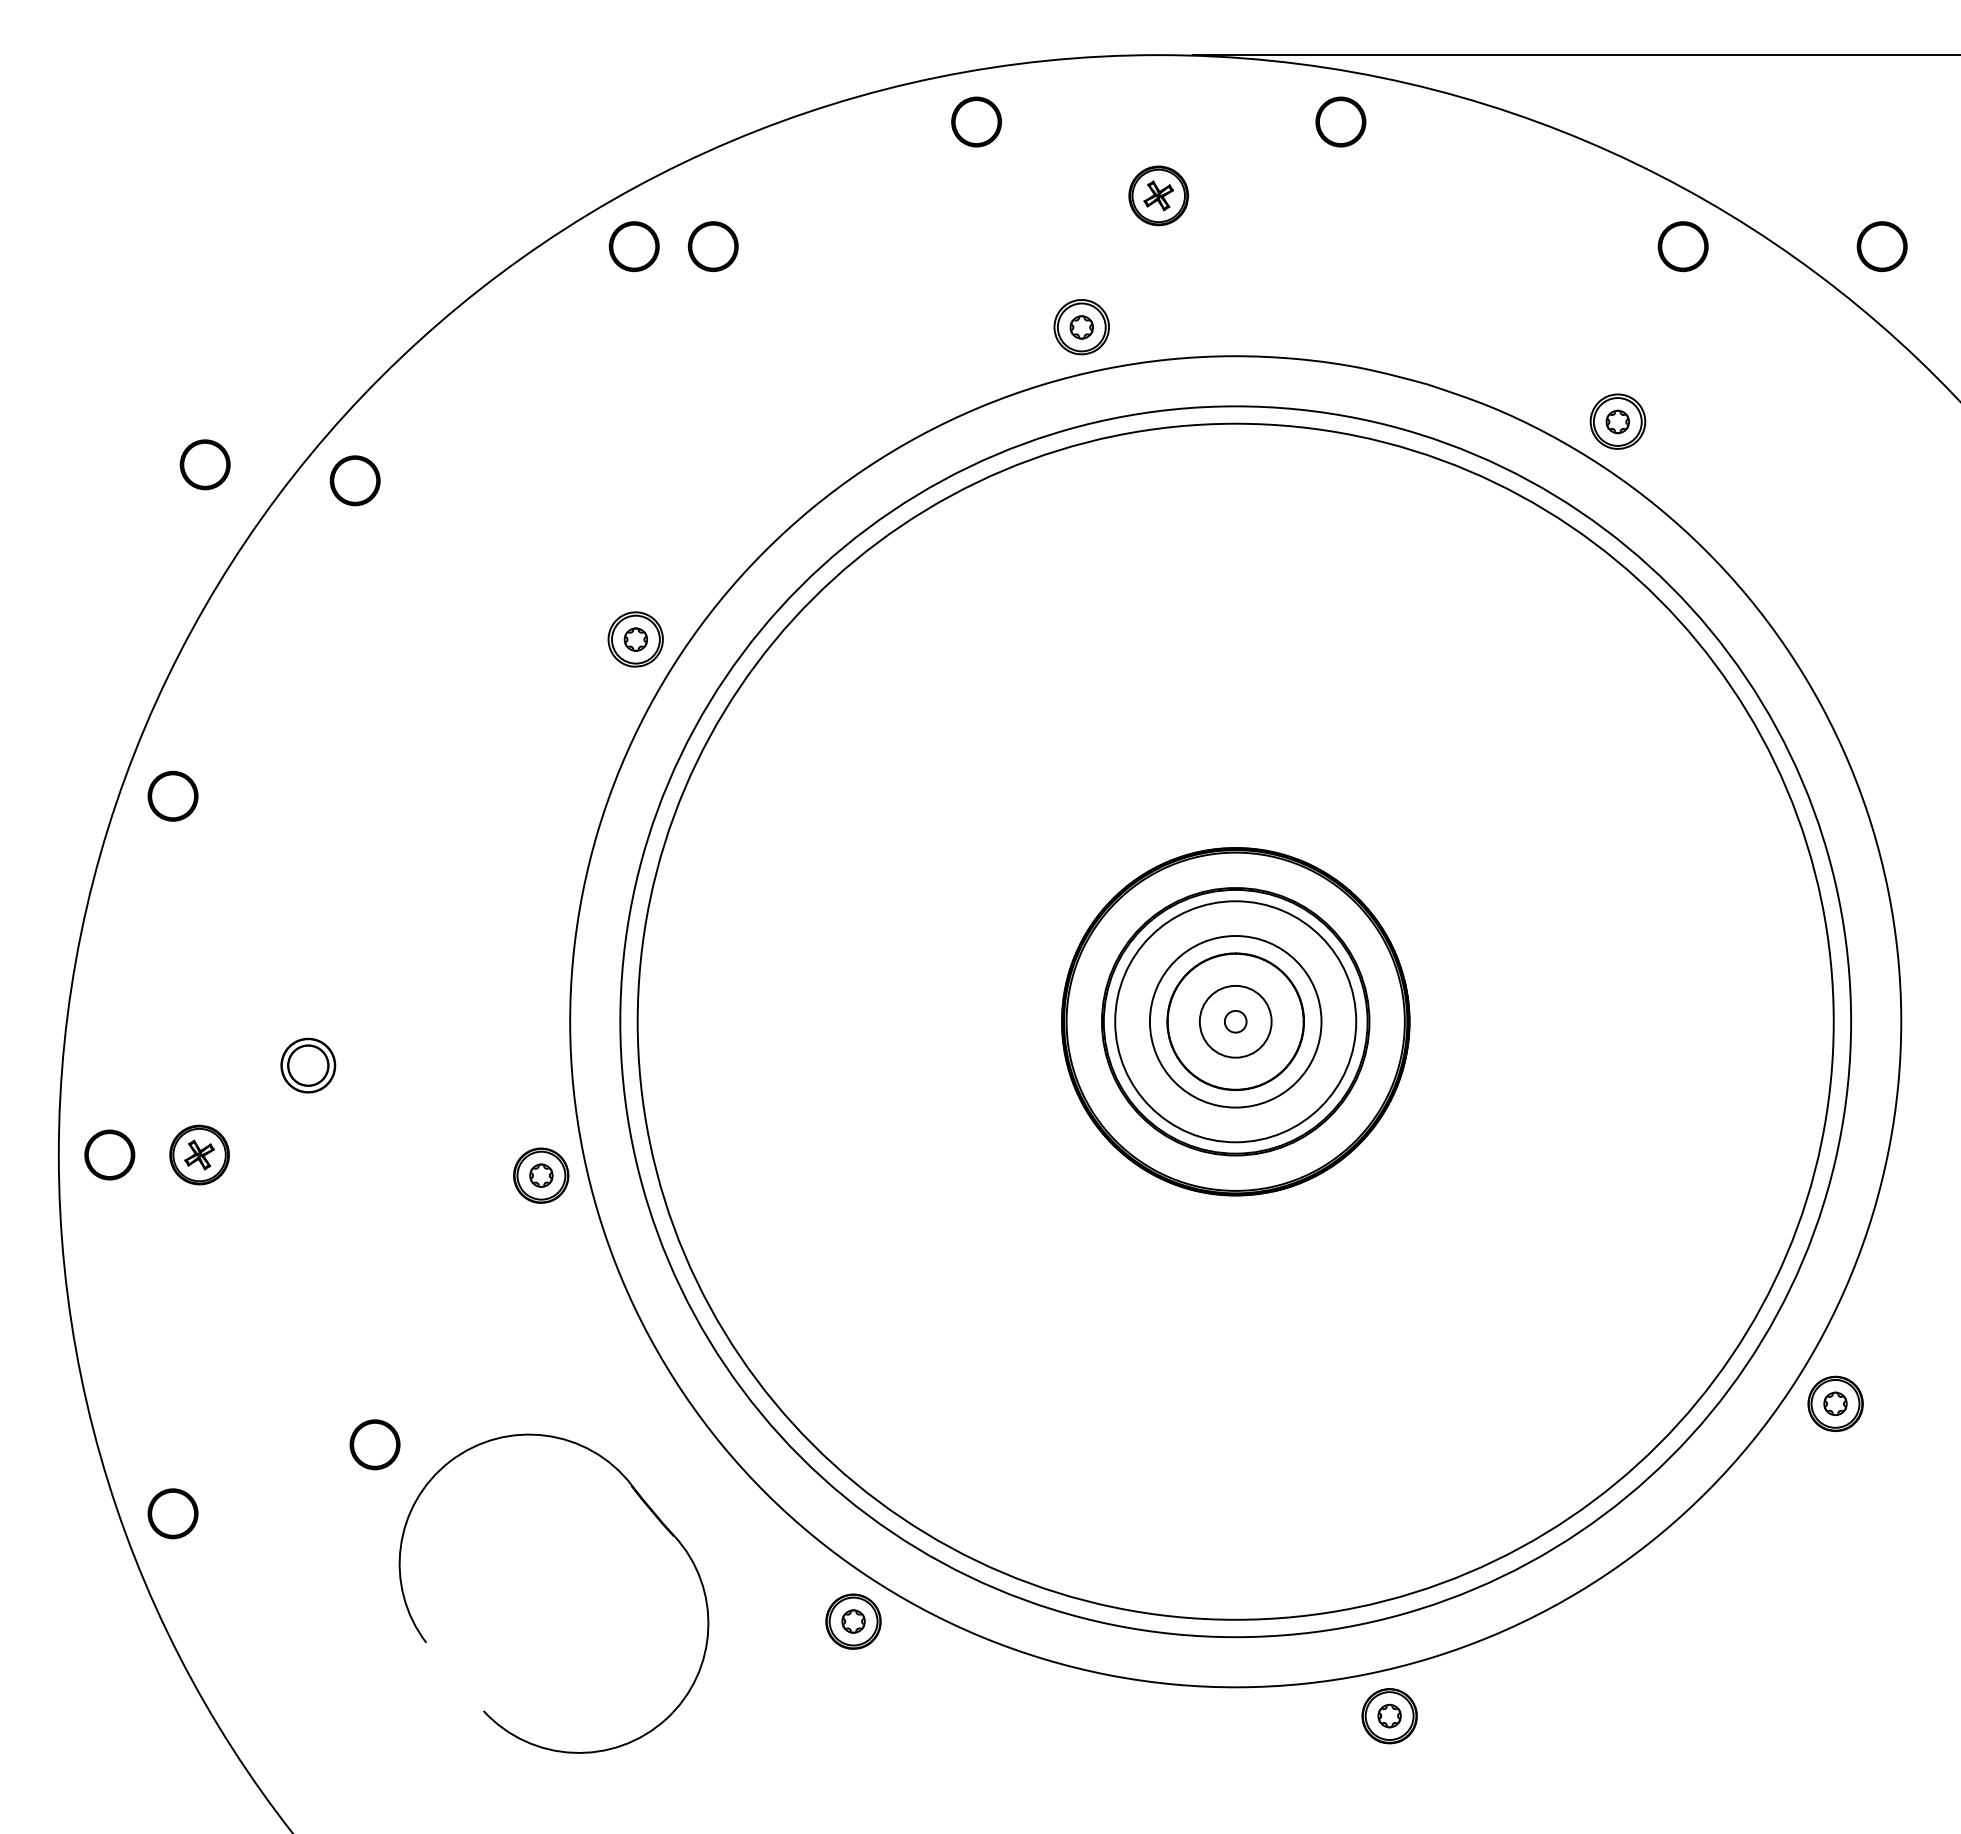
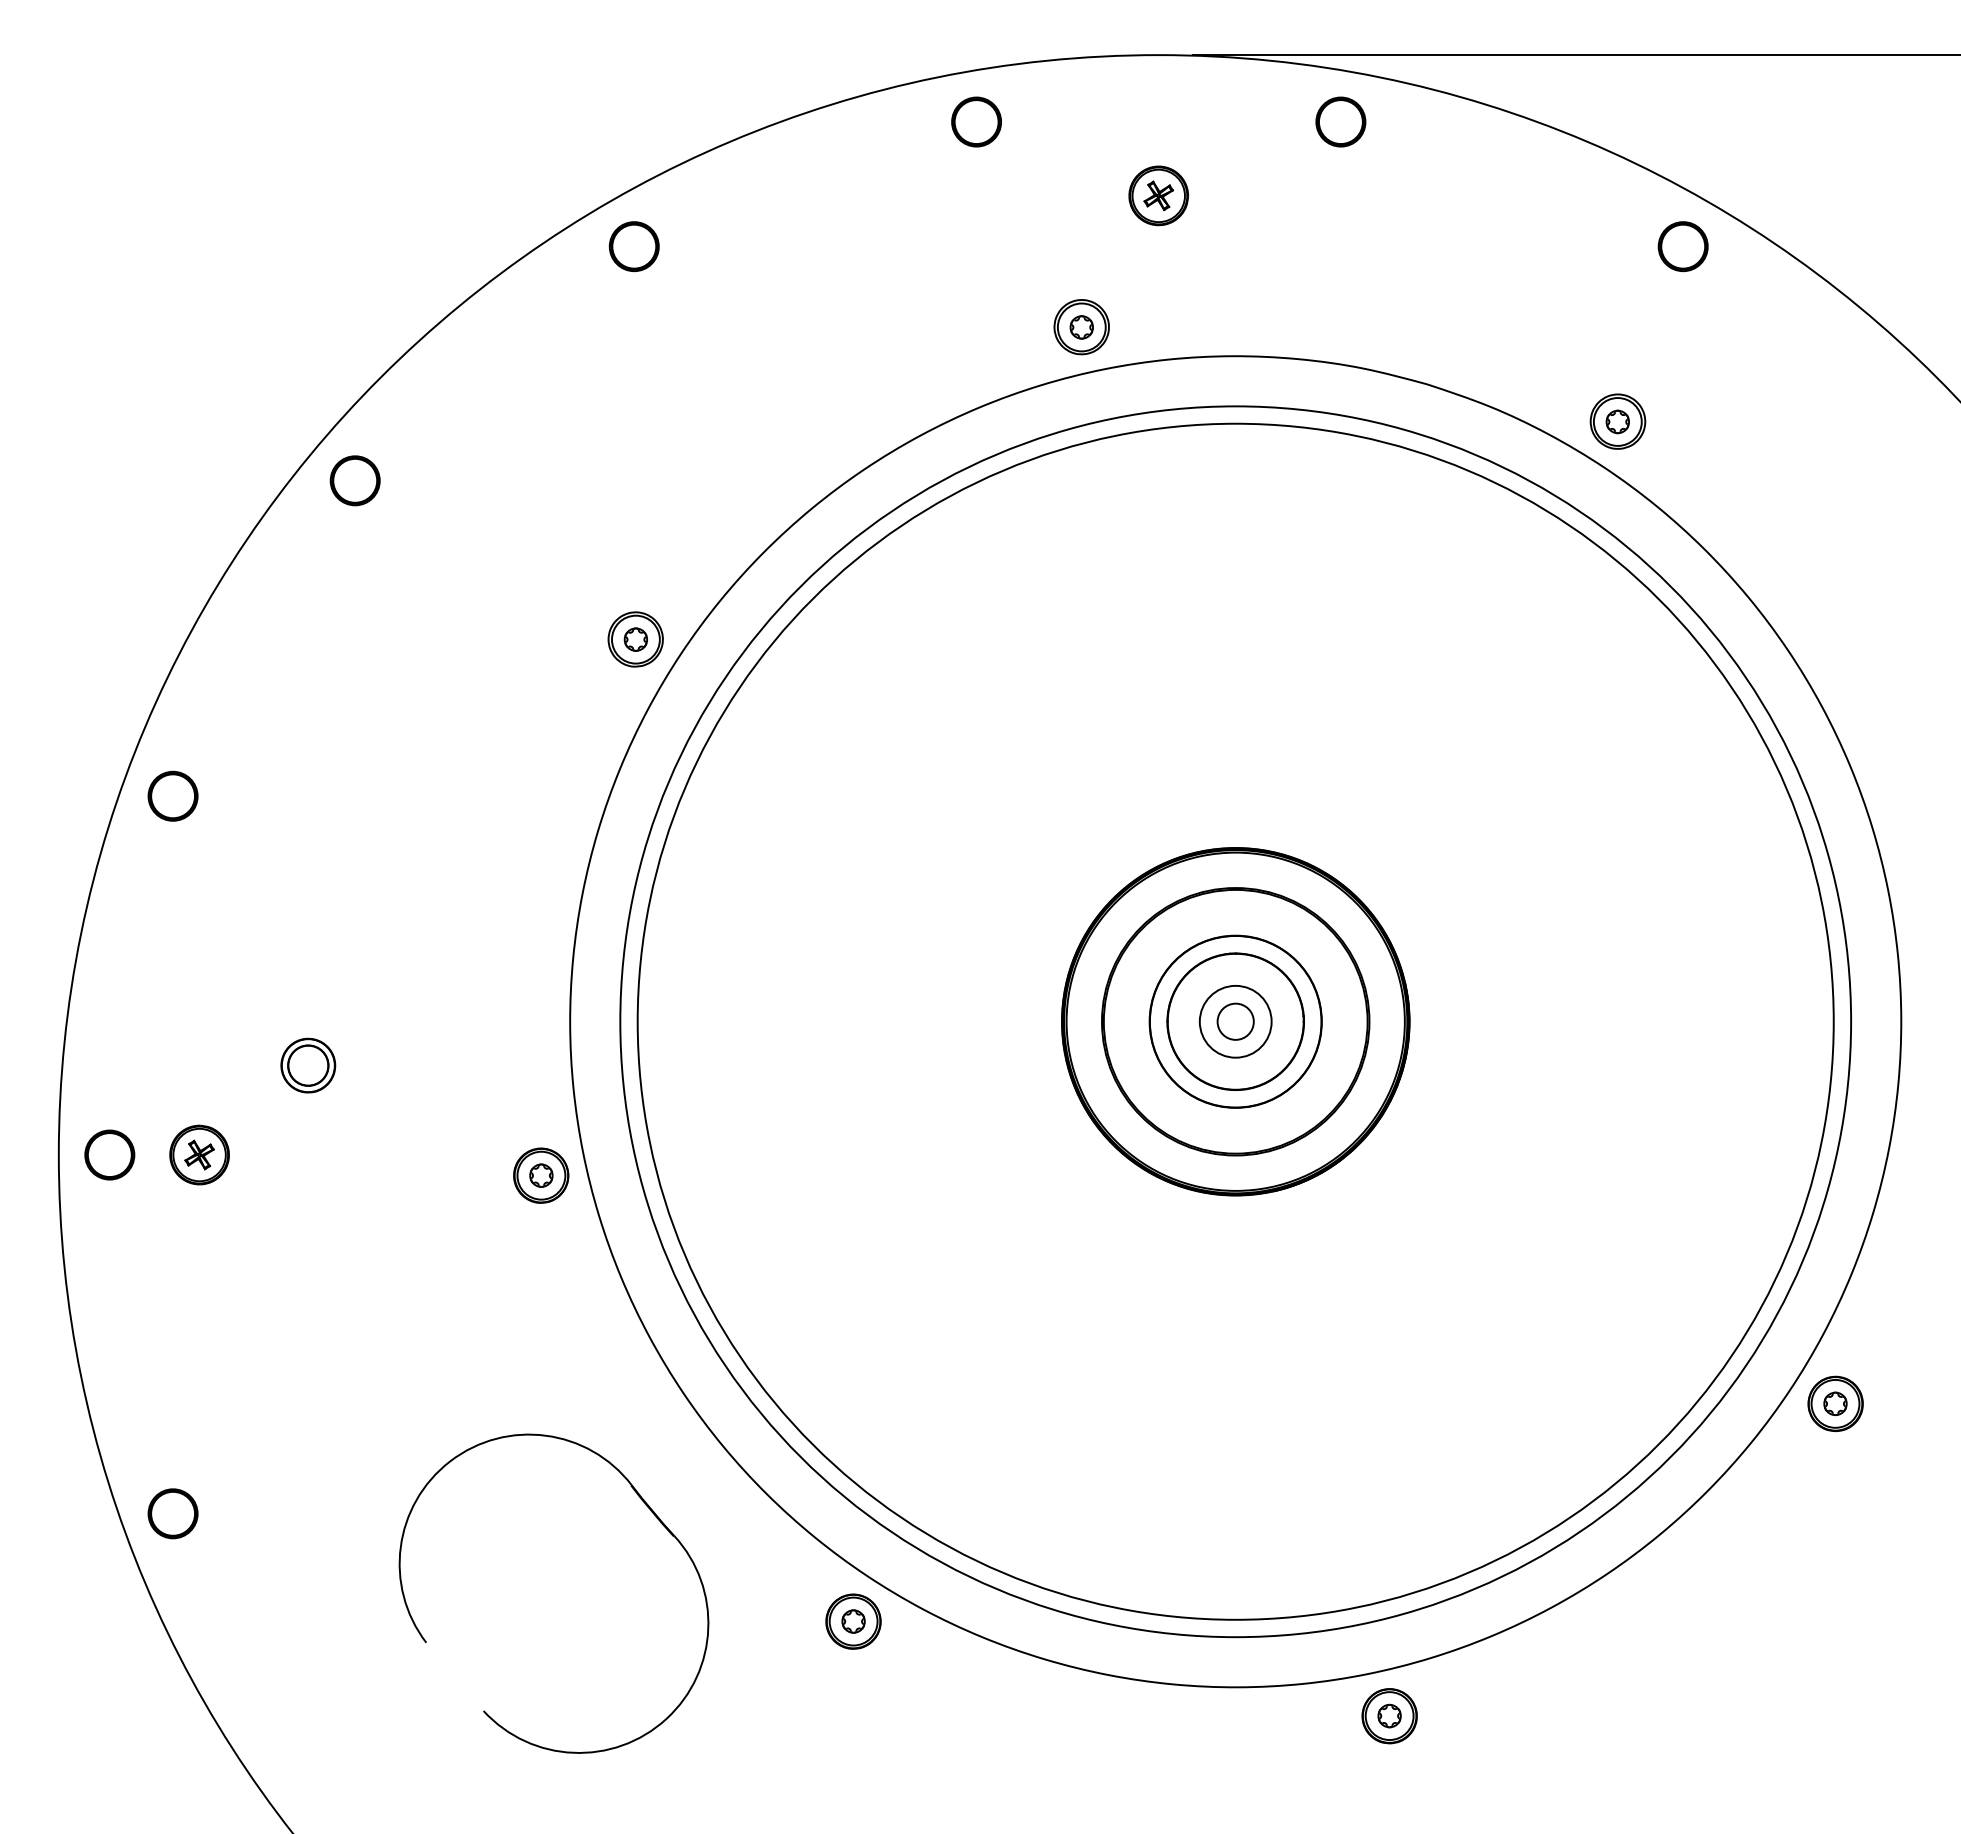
part at (712, 246): present -> none
part at (1881, 246): present -> none
part at (204, 464): present -> none
circle at (1235, 1021) diameter: 22 px -> 36 px
circle at (1235, 1021) diameter: 241 px -> 172 px
part at (374, 1444): present -> none
